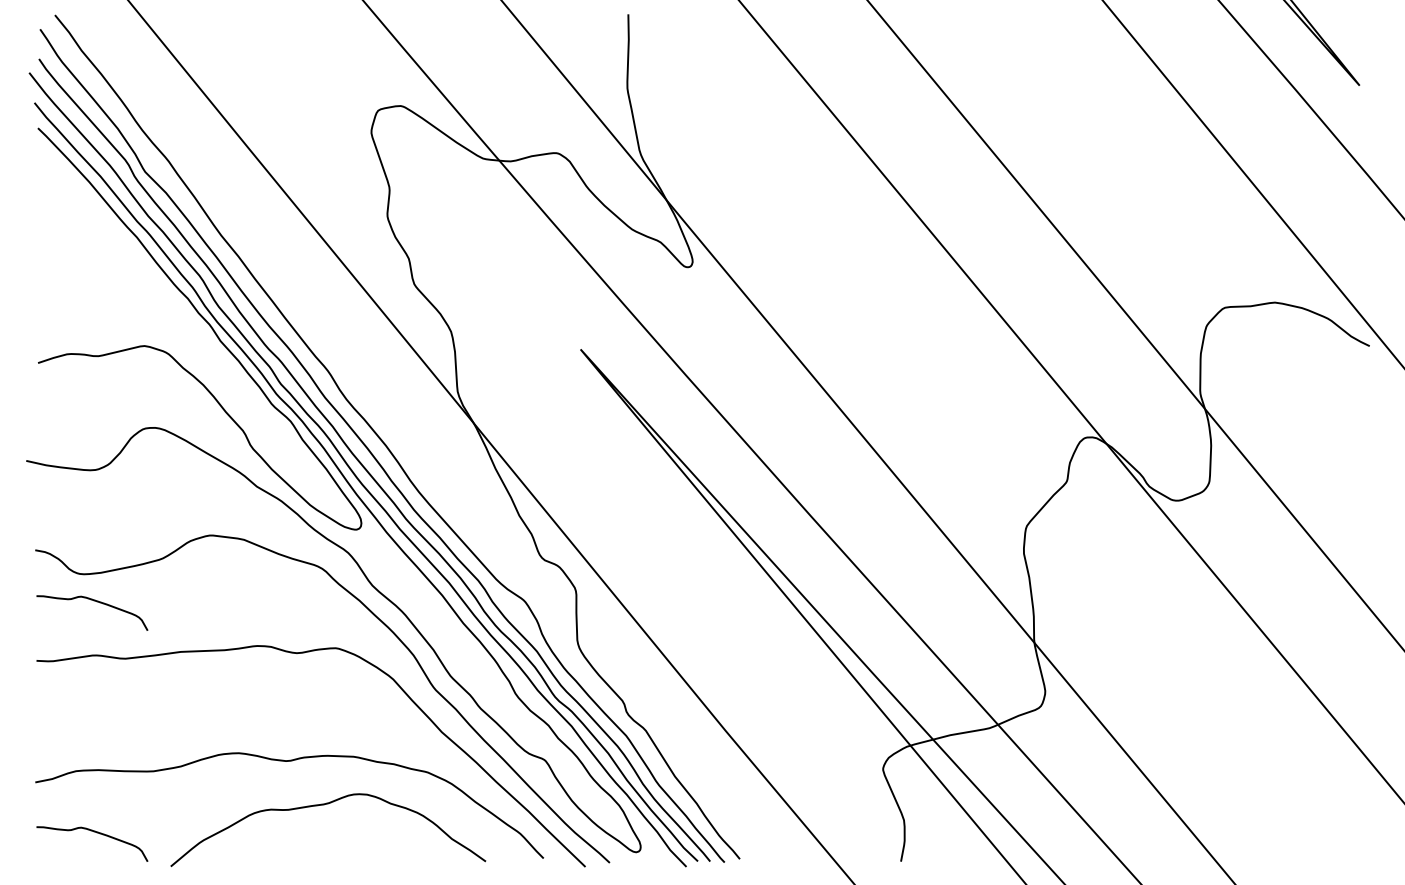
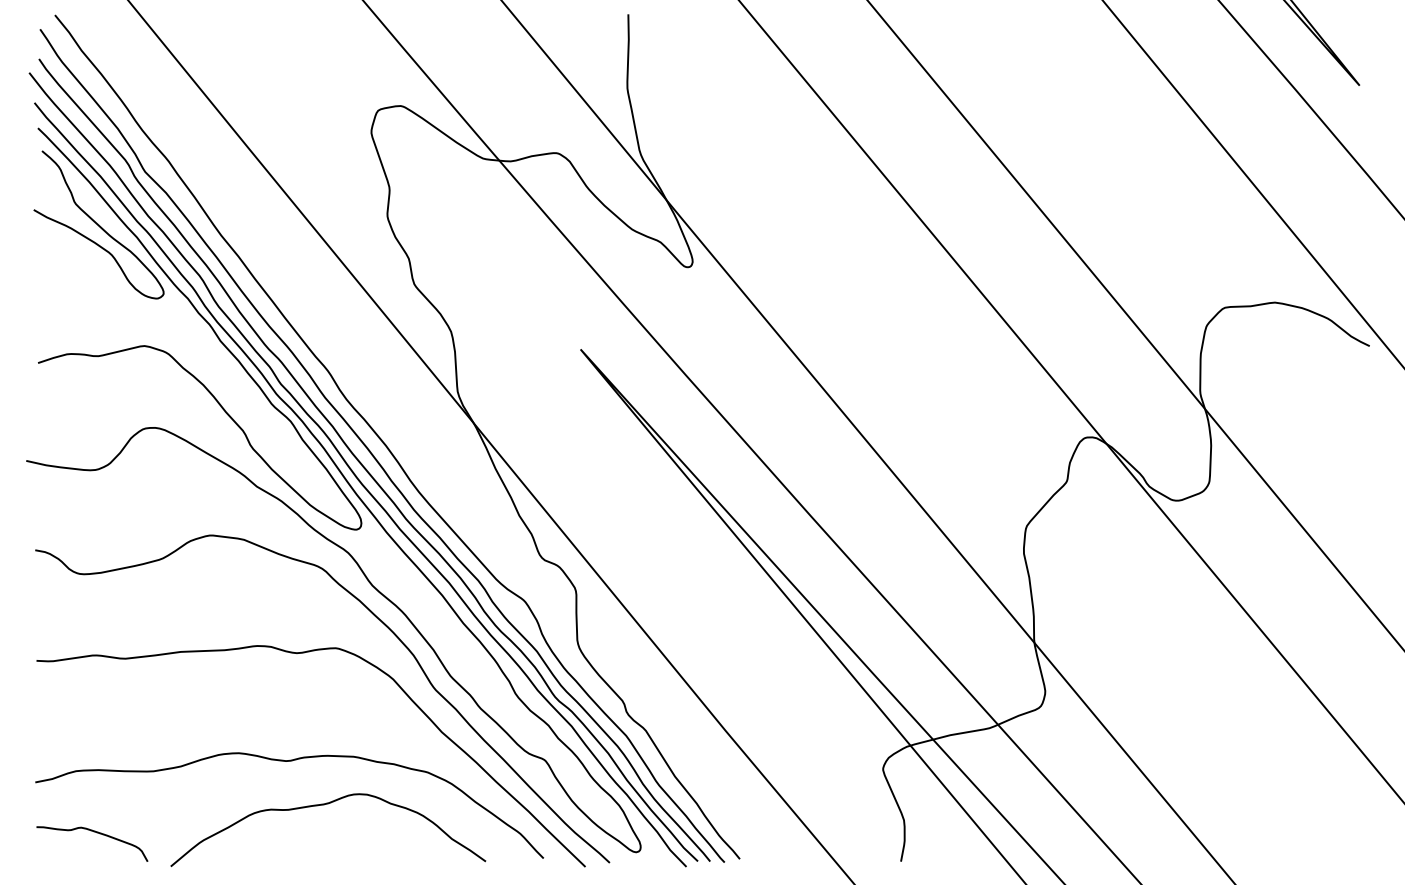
curve at (98, 224): none -> present
curve at (96, 602): present -> none
